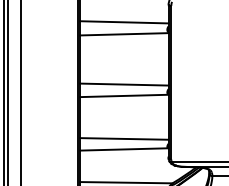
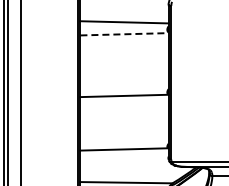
line at (124, 34): solid -> dashed
line at (124, 84): present -> none
line at (124, 138): present -> none
